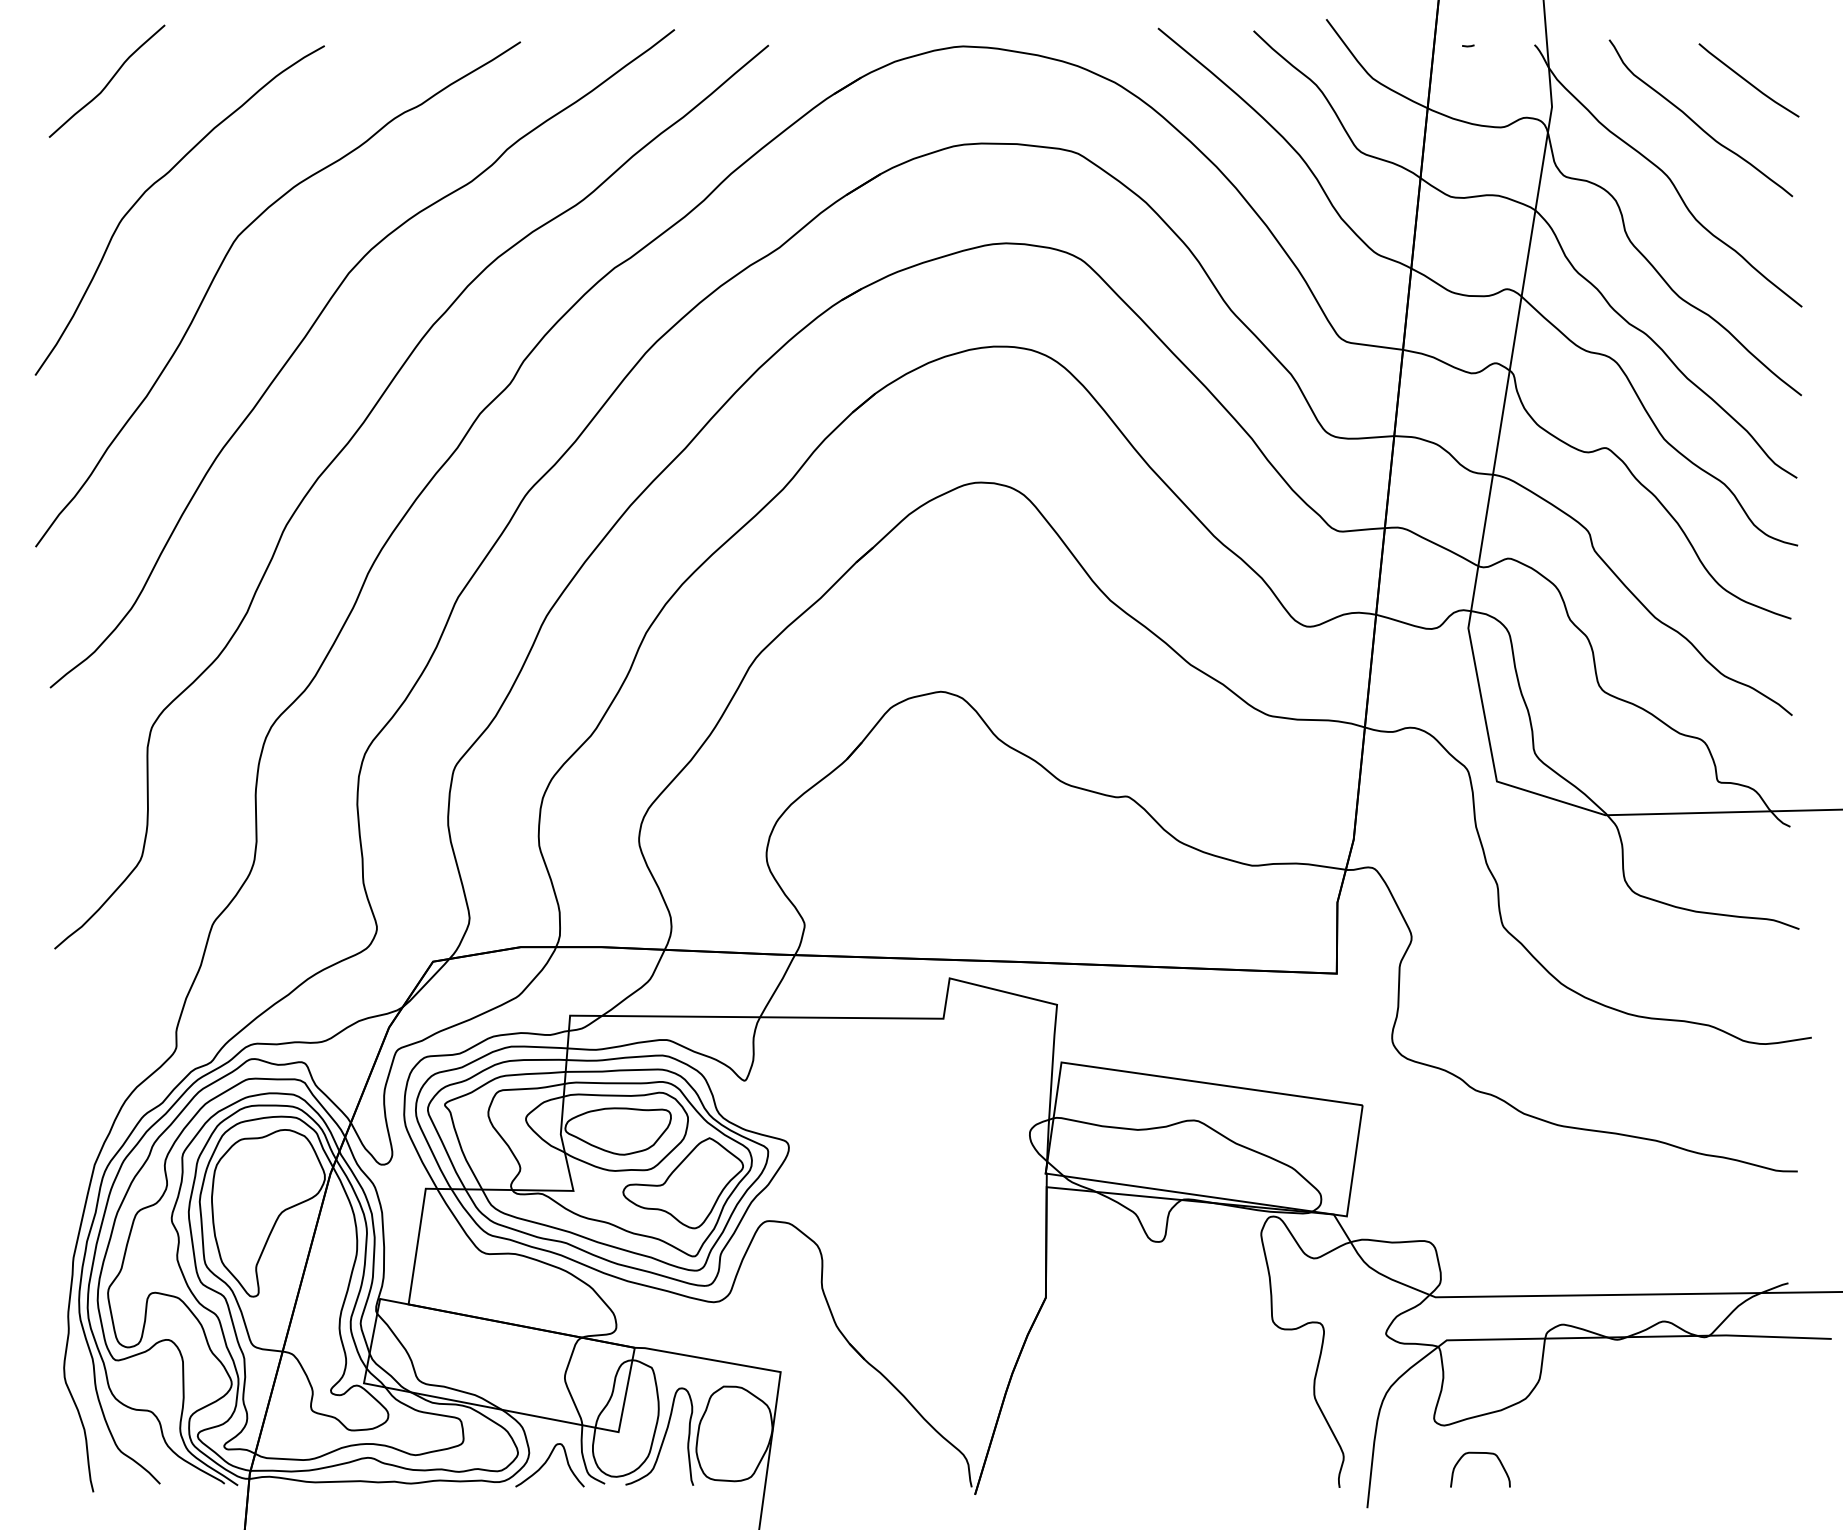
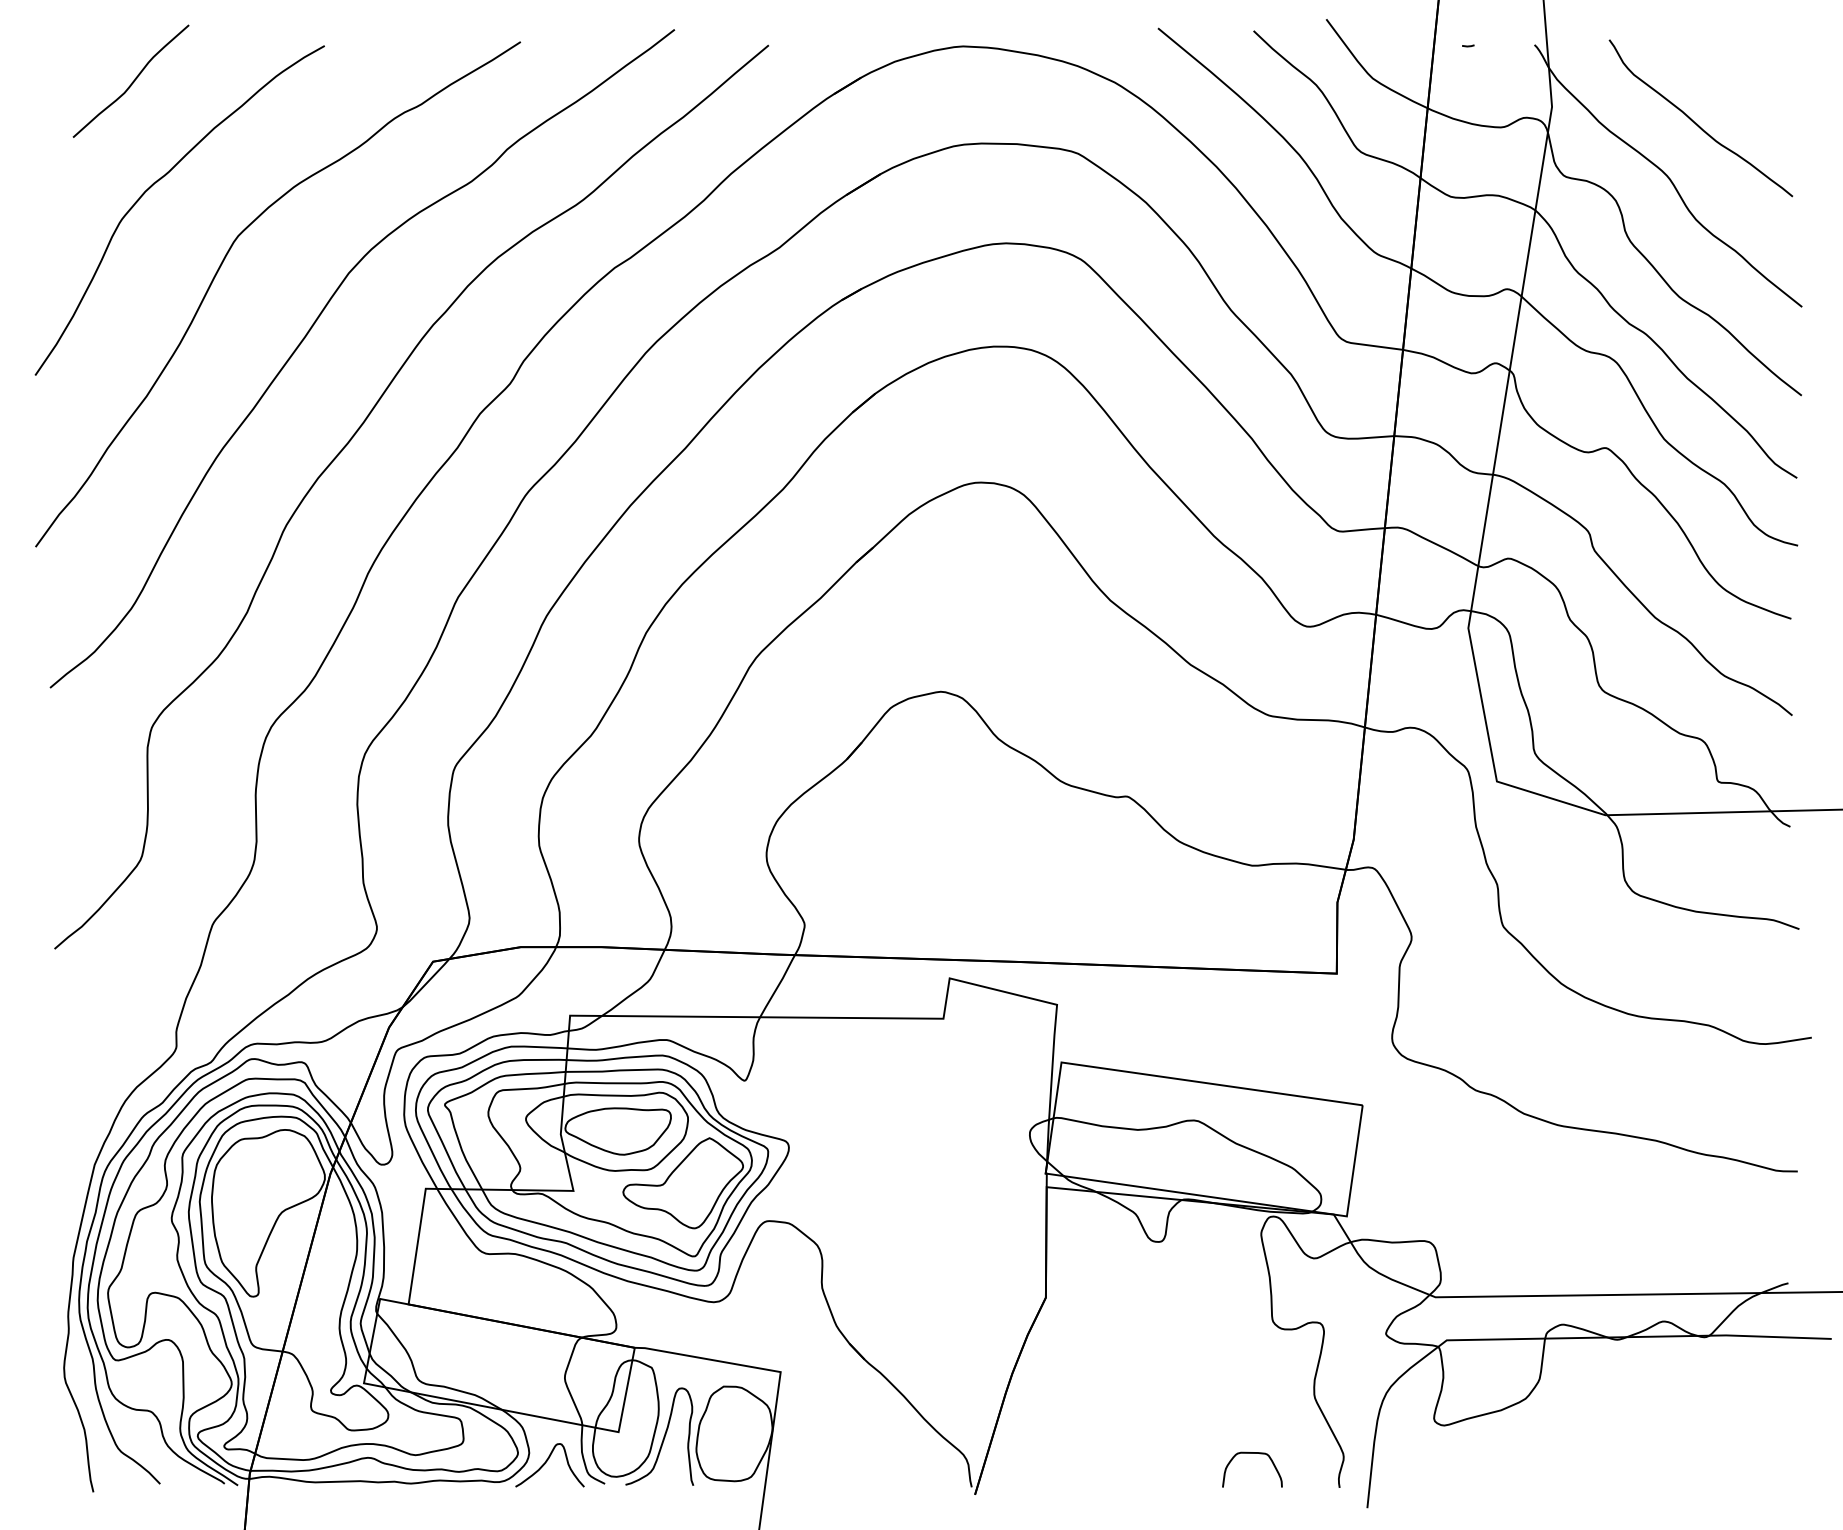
curve at (1747, 80): present -> none
curve at (108, 81) position: (108, 81) -> (132, 81)
curve at (1480, 1453) position: (1480, 1453) -> (1252, 1453)
